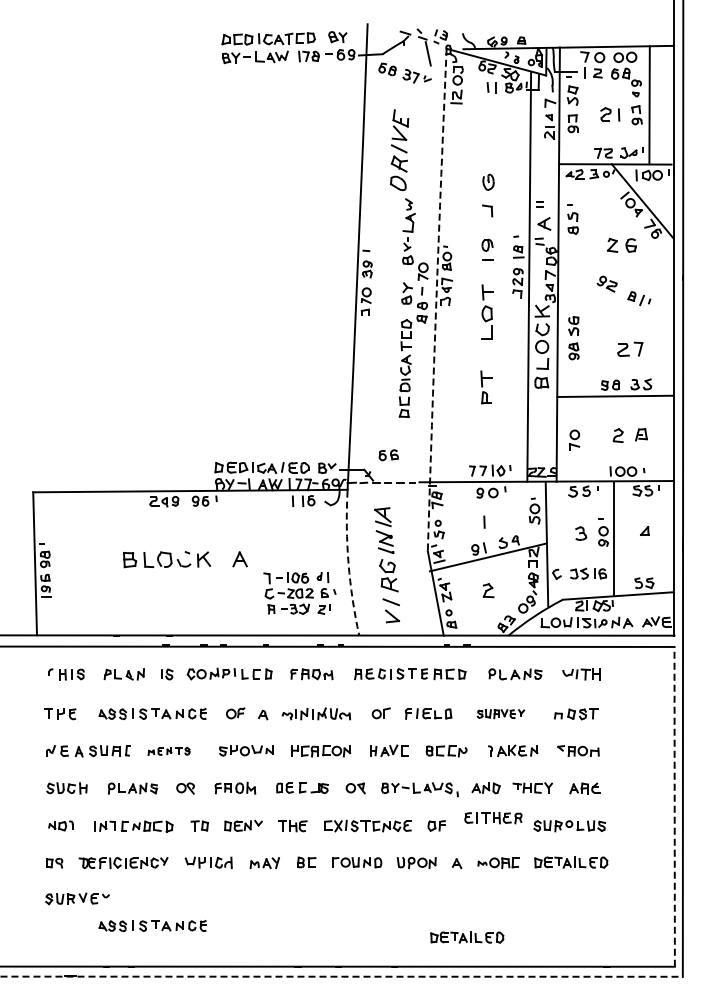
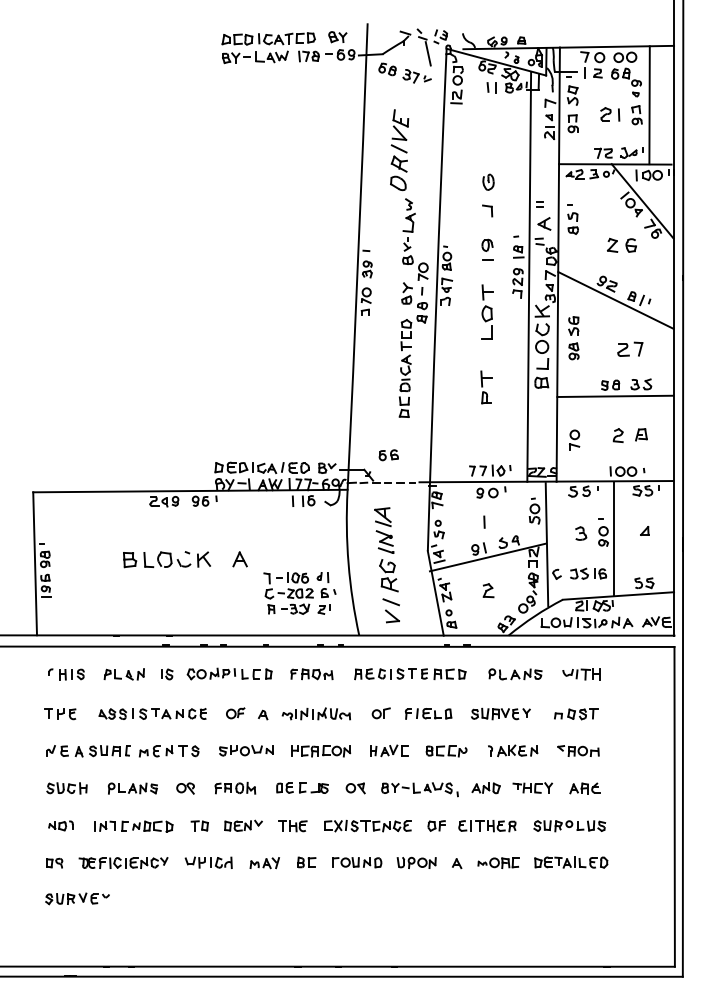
arc at (436, 300): dashed -> solid
line at (615, 300): none -> present
arc at (348, 563): dashed -> solid
part at (500, 714) size: 50x11 px -> 60x14 px
part at (168, 750) size: 44x10 px -> 62x13 px
line at (674, 806): dashed -> solid
part at (493, 818) position: (493, 818) -> (487, 826)
part at (152, 925): present -> none
part at (467, 937): present -> none
line at (341, 976): dashed -> solid
